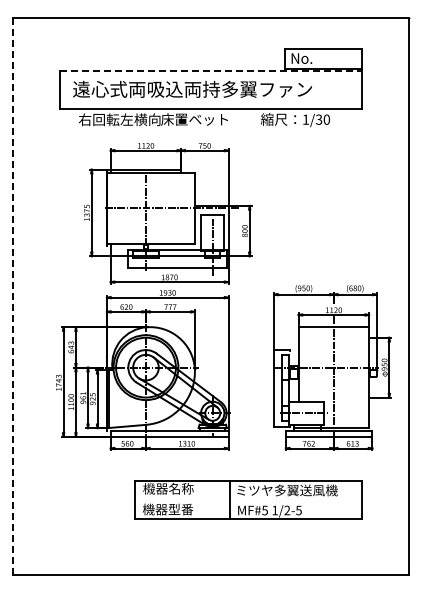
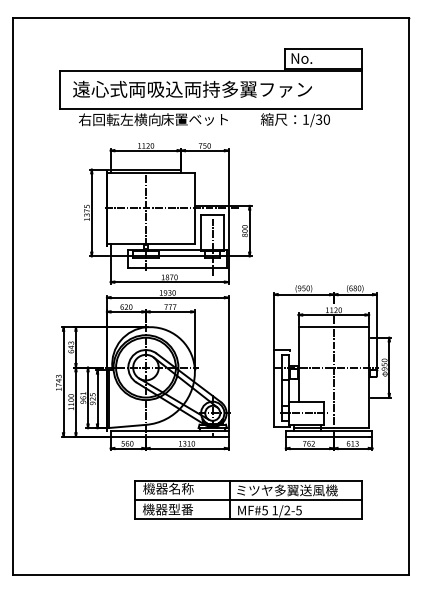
line at (211, 70): dashed -> solid
line at (12, 296): dashed -> solid
line at (248, 499): none -> present
